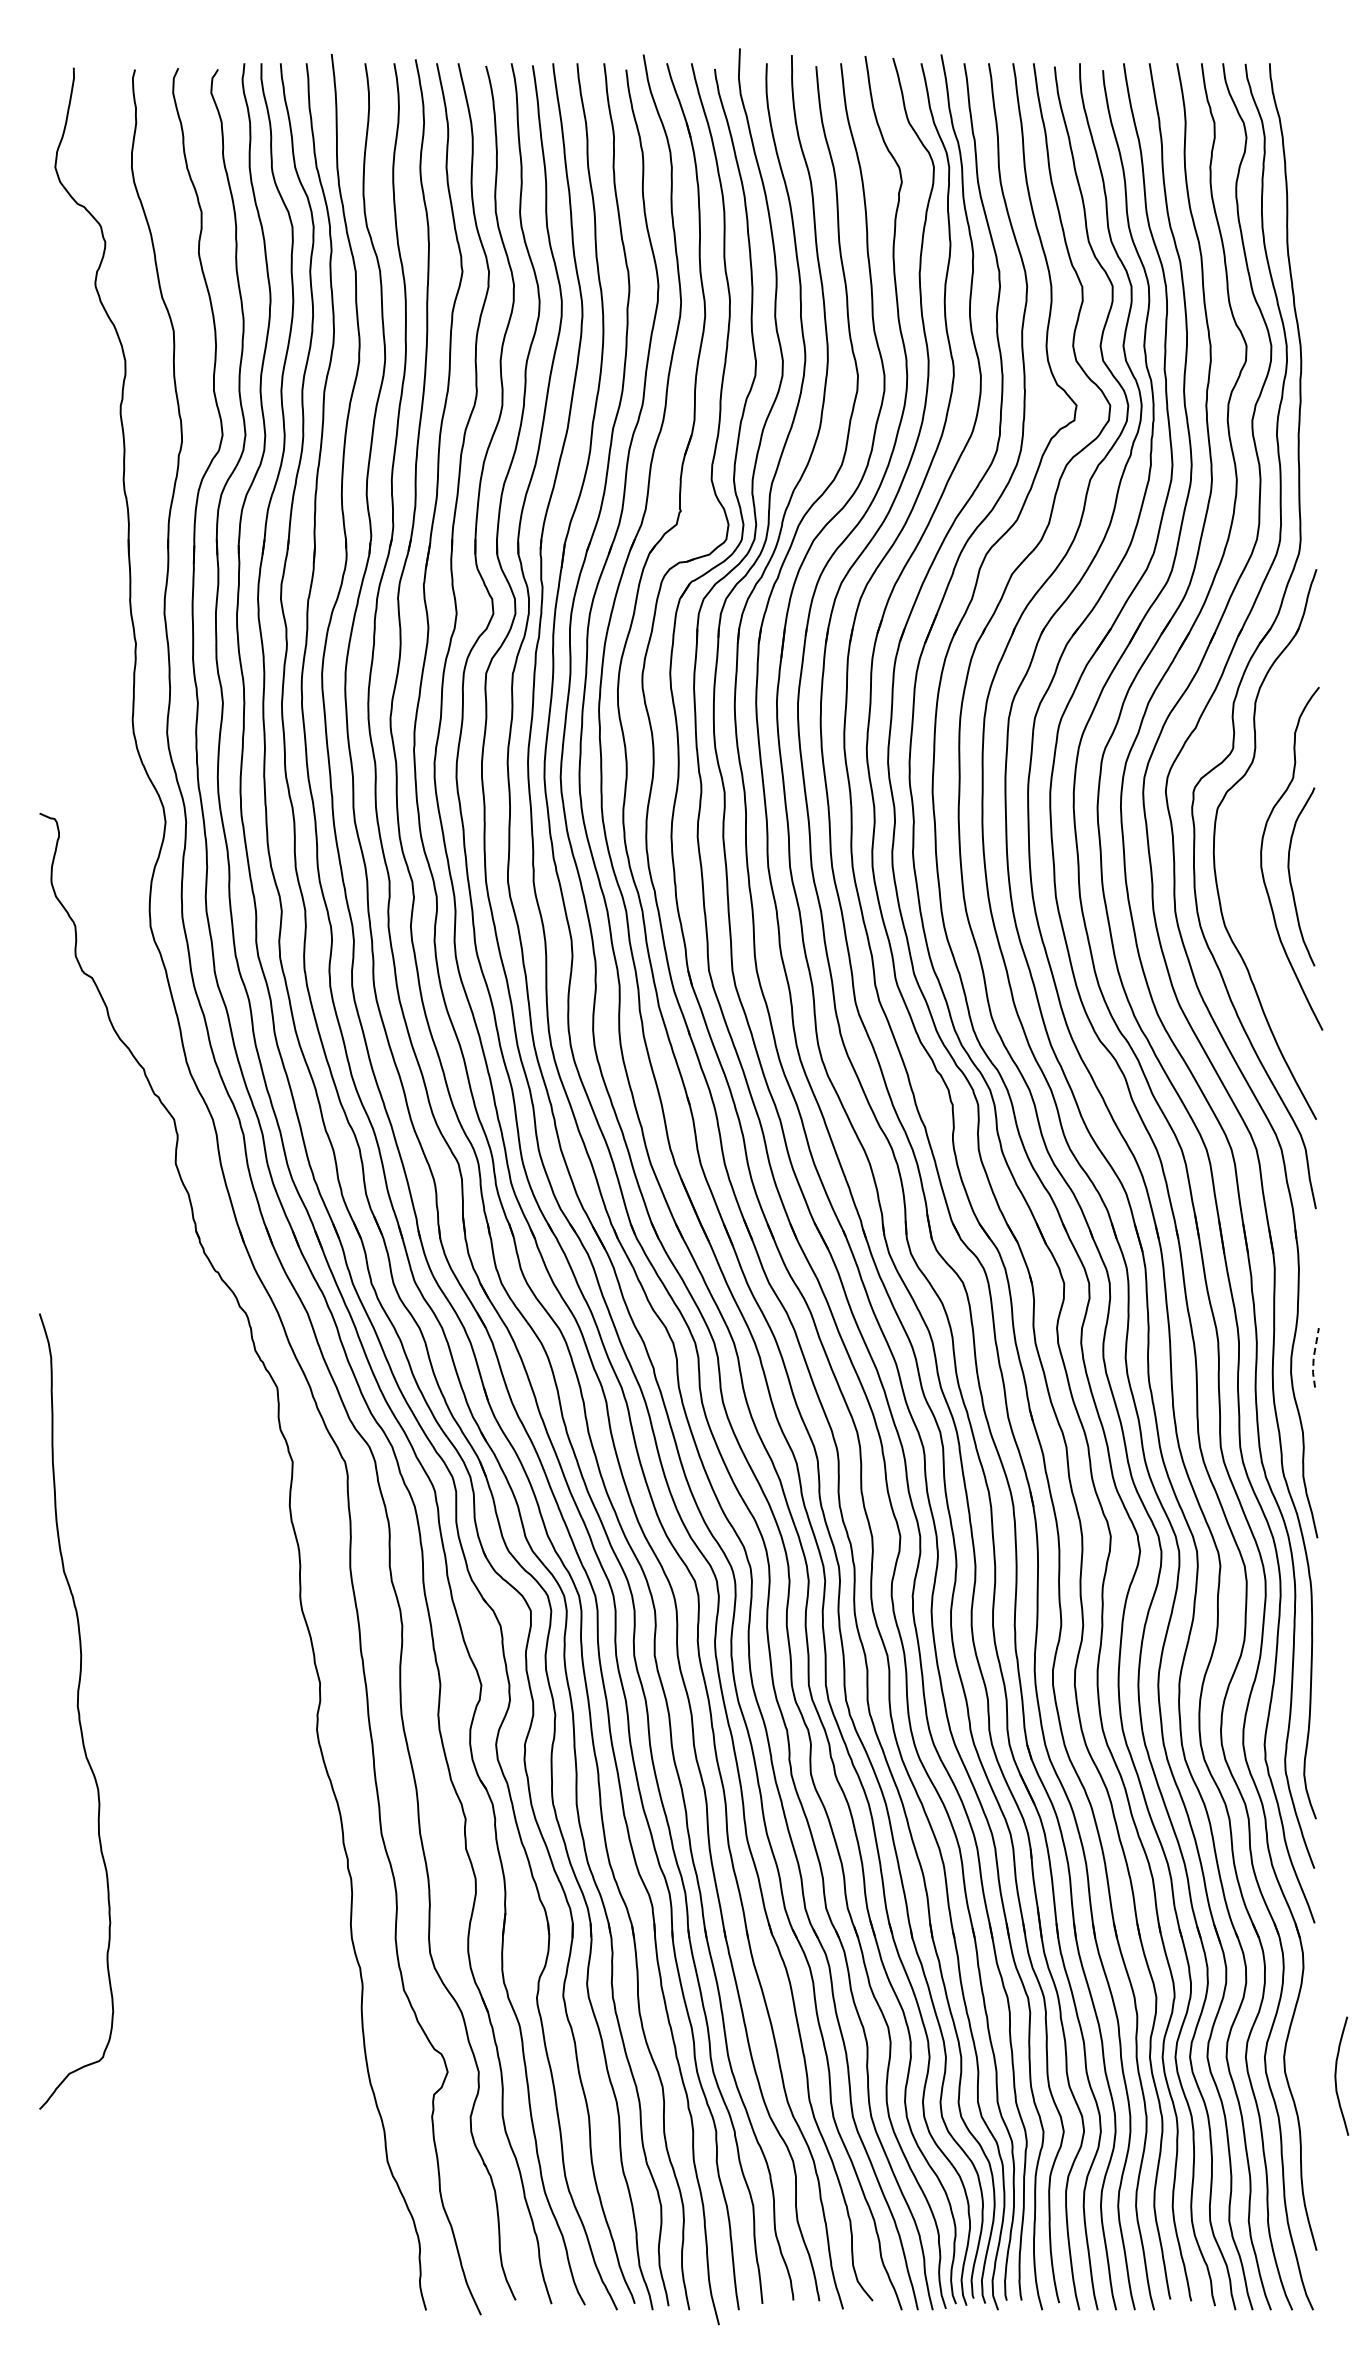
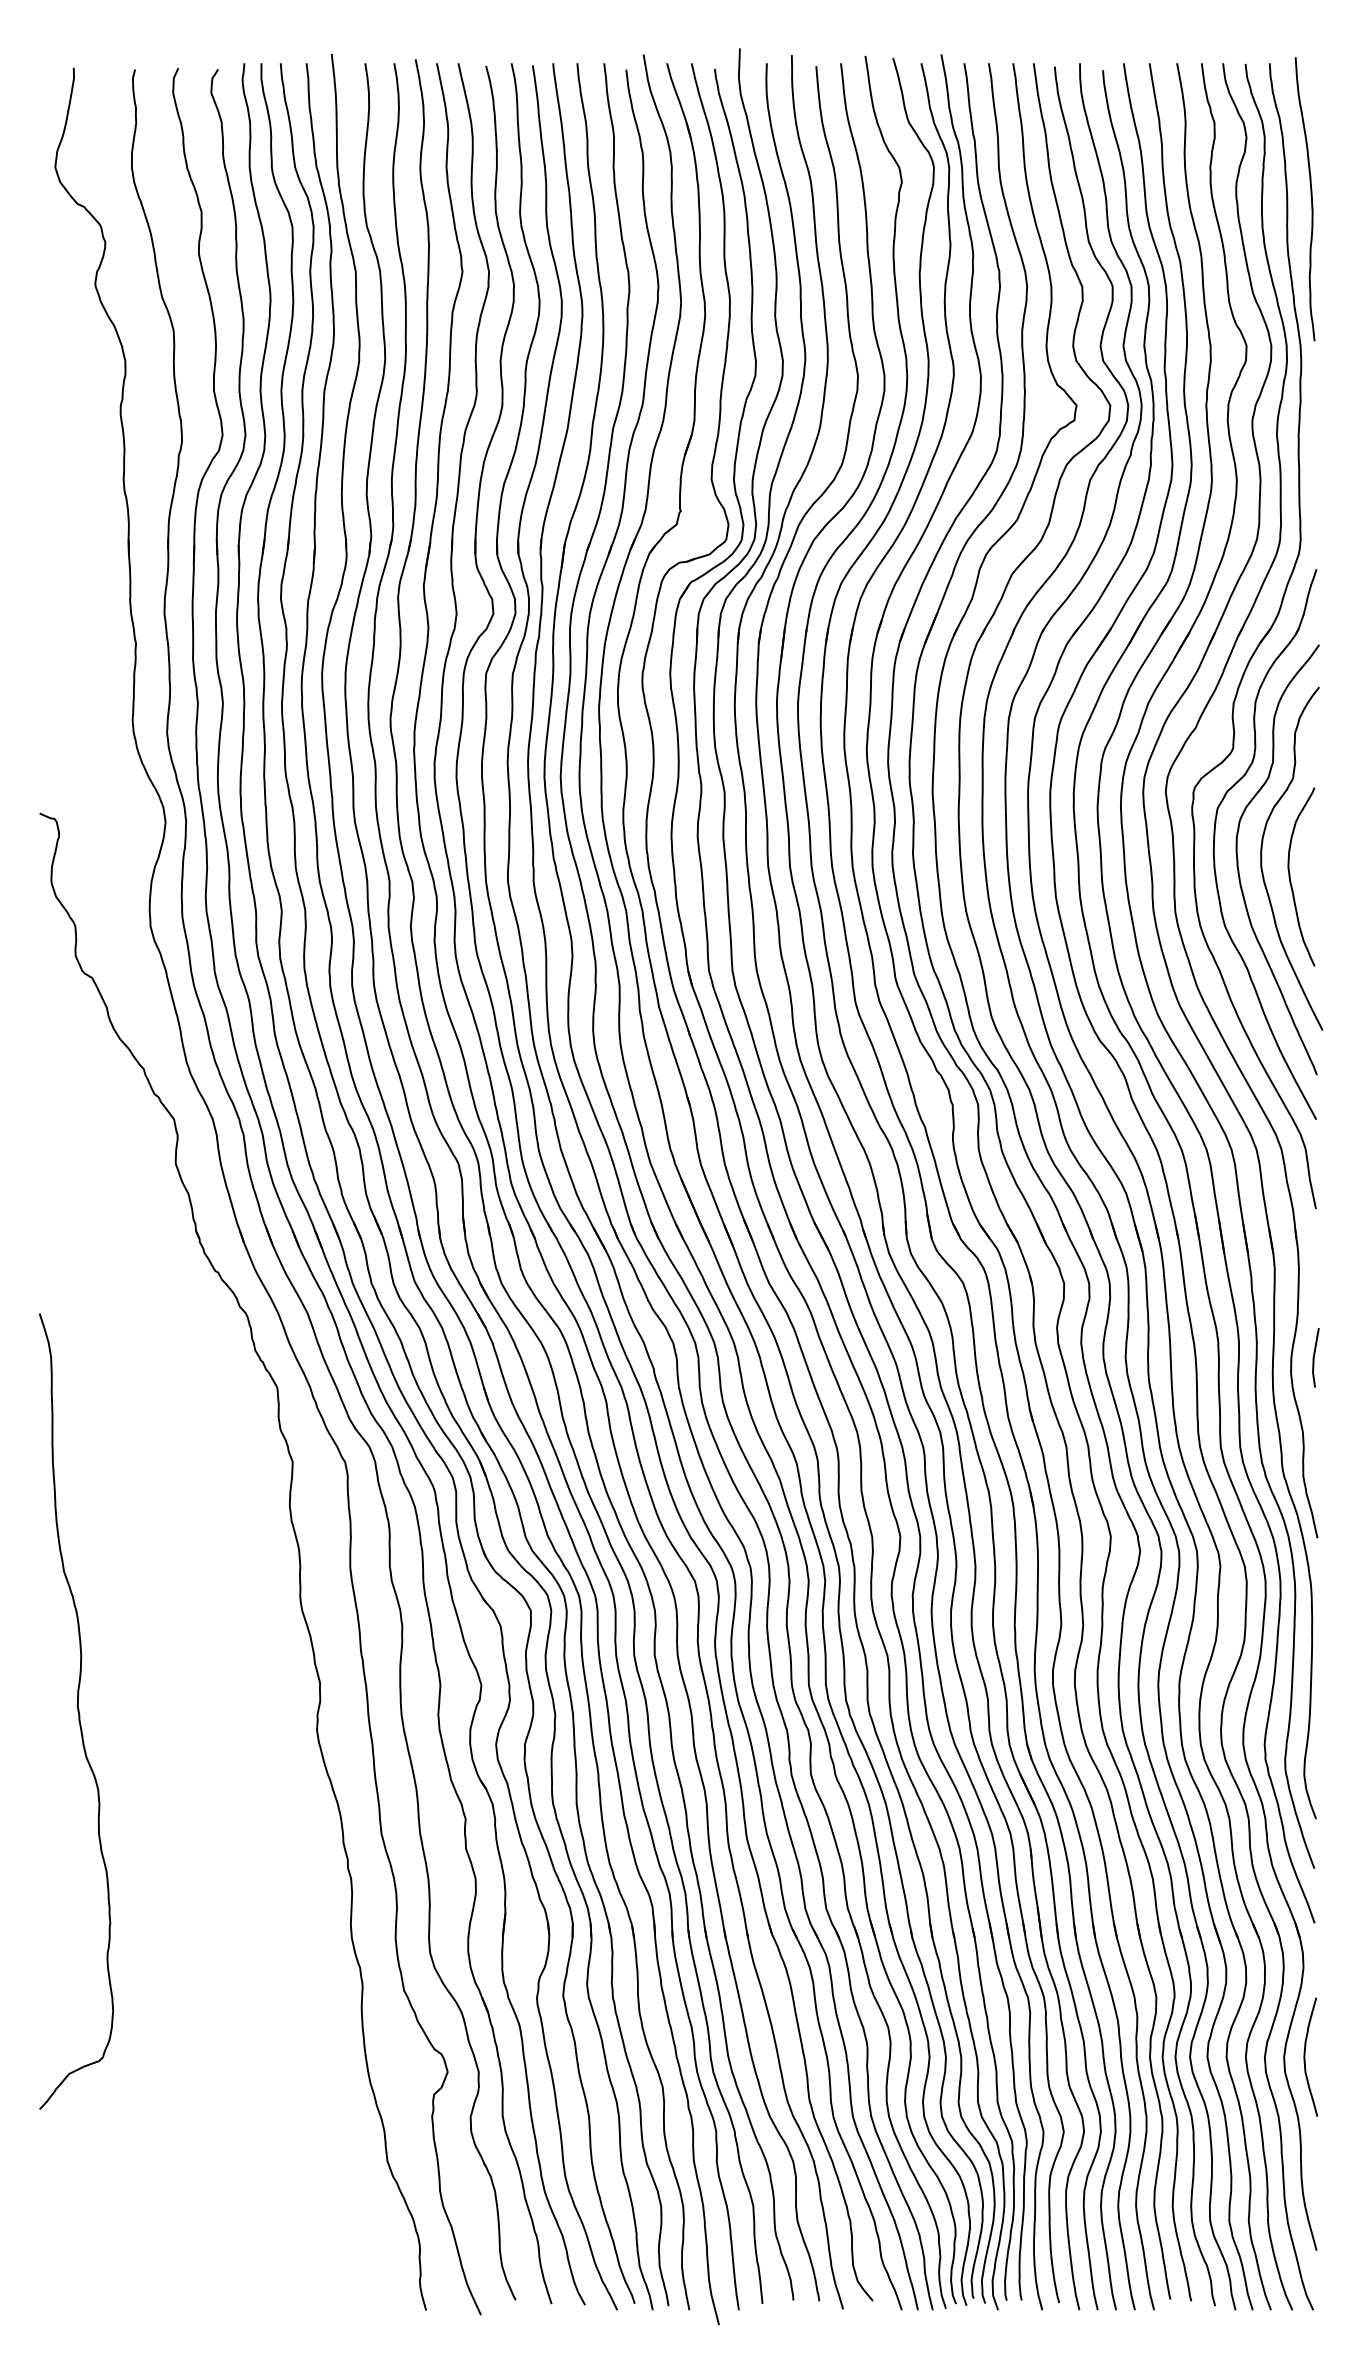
curve at (1310, 196): none -> present
curve at (1238, 859): none -> present
line at (1313, 1357): dashed -> solid
curve at (1336, 2075) position: (1336, 2075) -> (1305, 2056)
